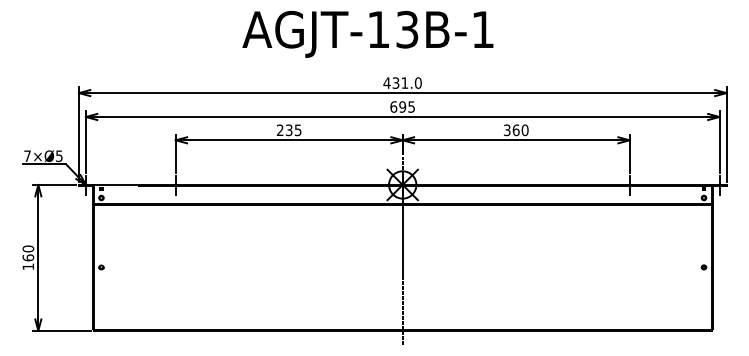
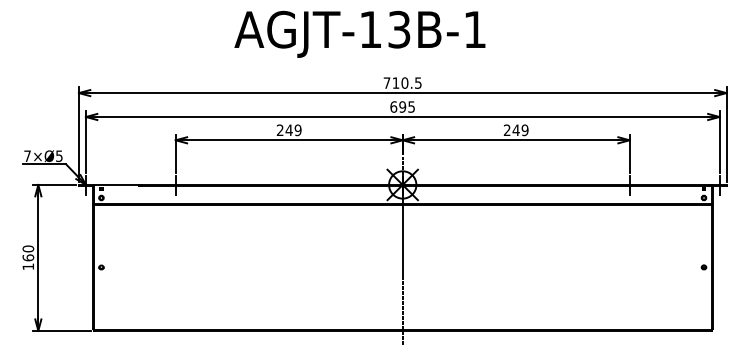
text at (367, 33) position: (367, 33) -> (359, 33)
text at (402, 82): 431.0 -> 710.5
text at (293, 130): 235 -> 249
text at (516, 130): 360 -> 249
